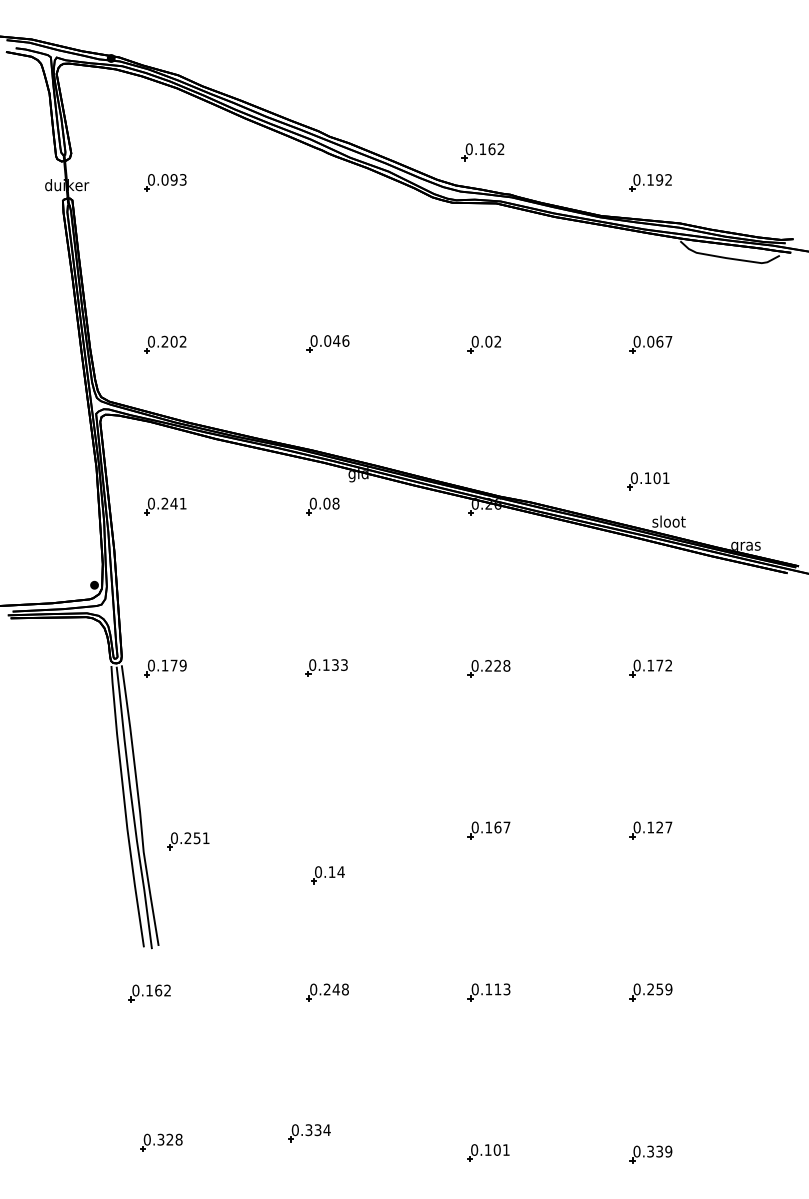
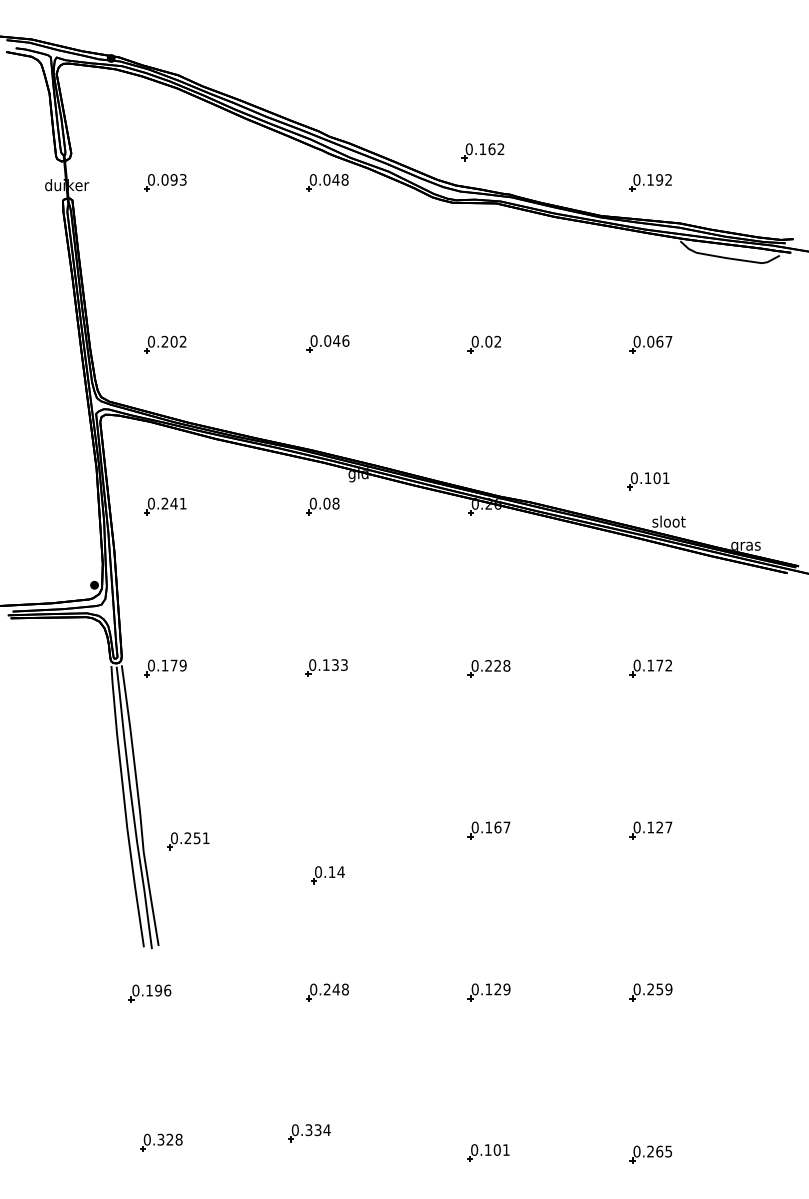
part at (327, 182): none -> present
text at (502, 989): 0.113 -> 0.129
text at (163, 990): 0.162 -> 0.196
text at (659, 1151): 0.339 -> 0.265
